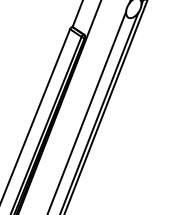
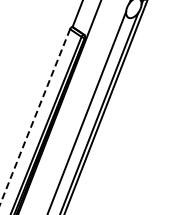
line at (34, 117): solid -> dashed
